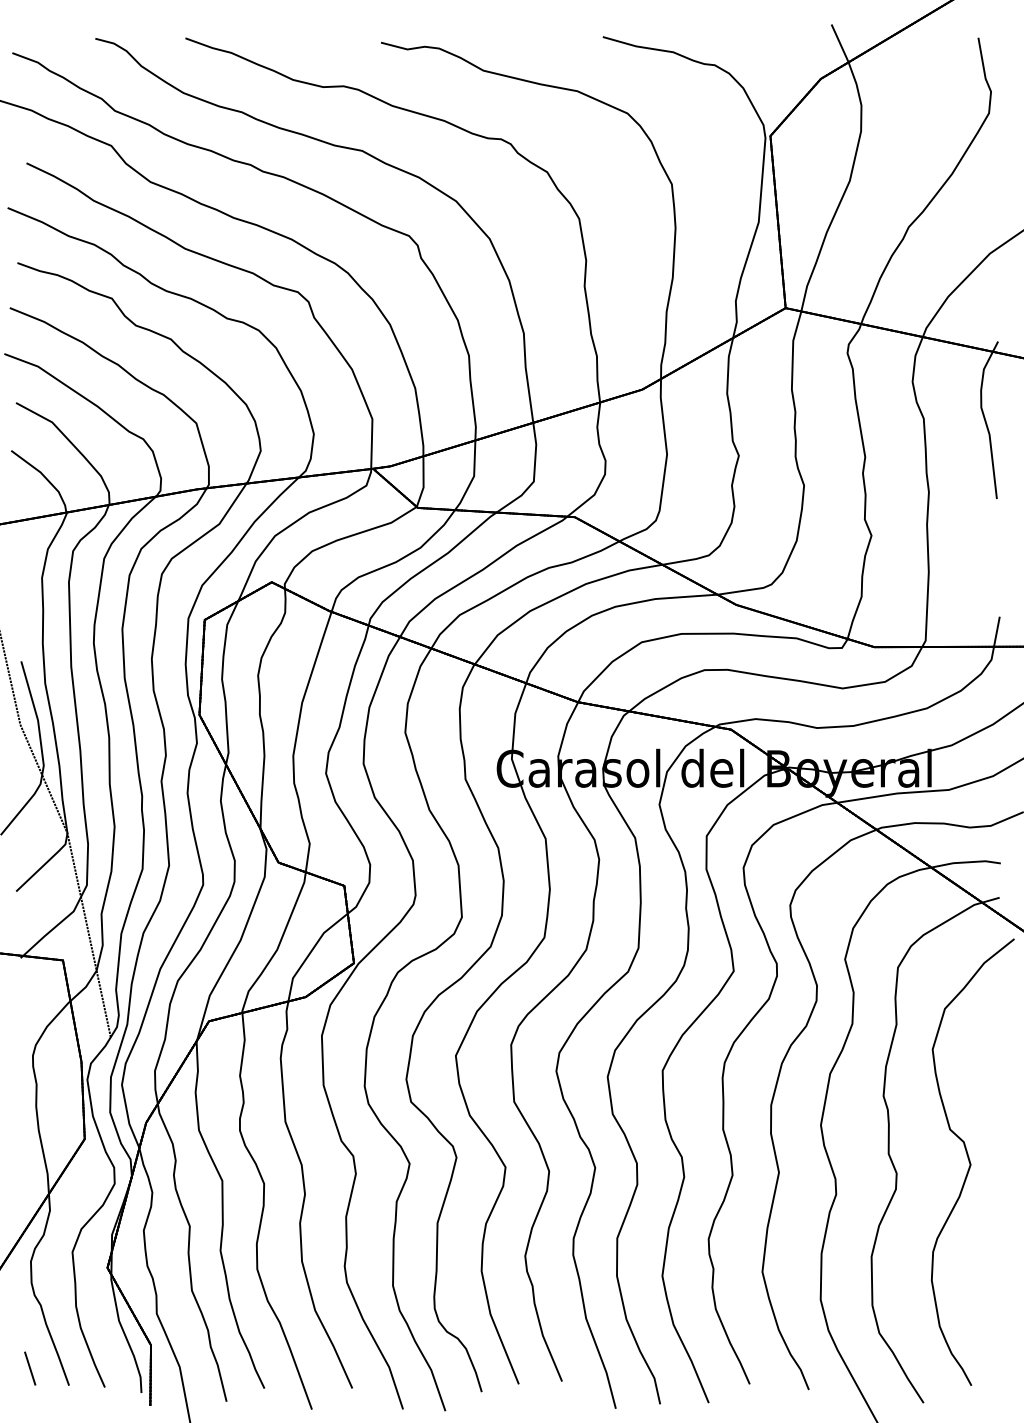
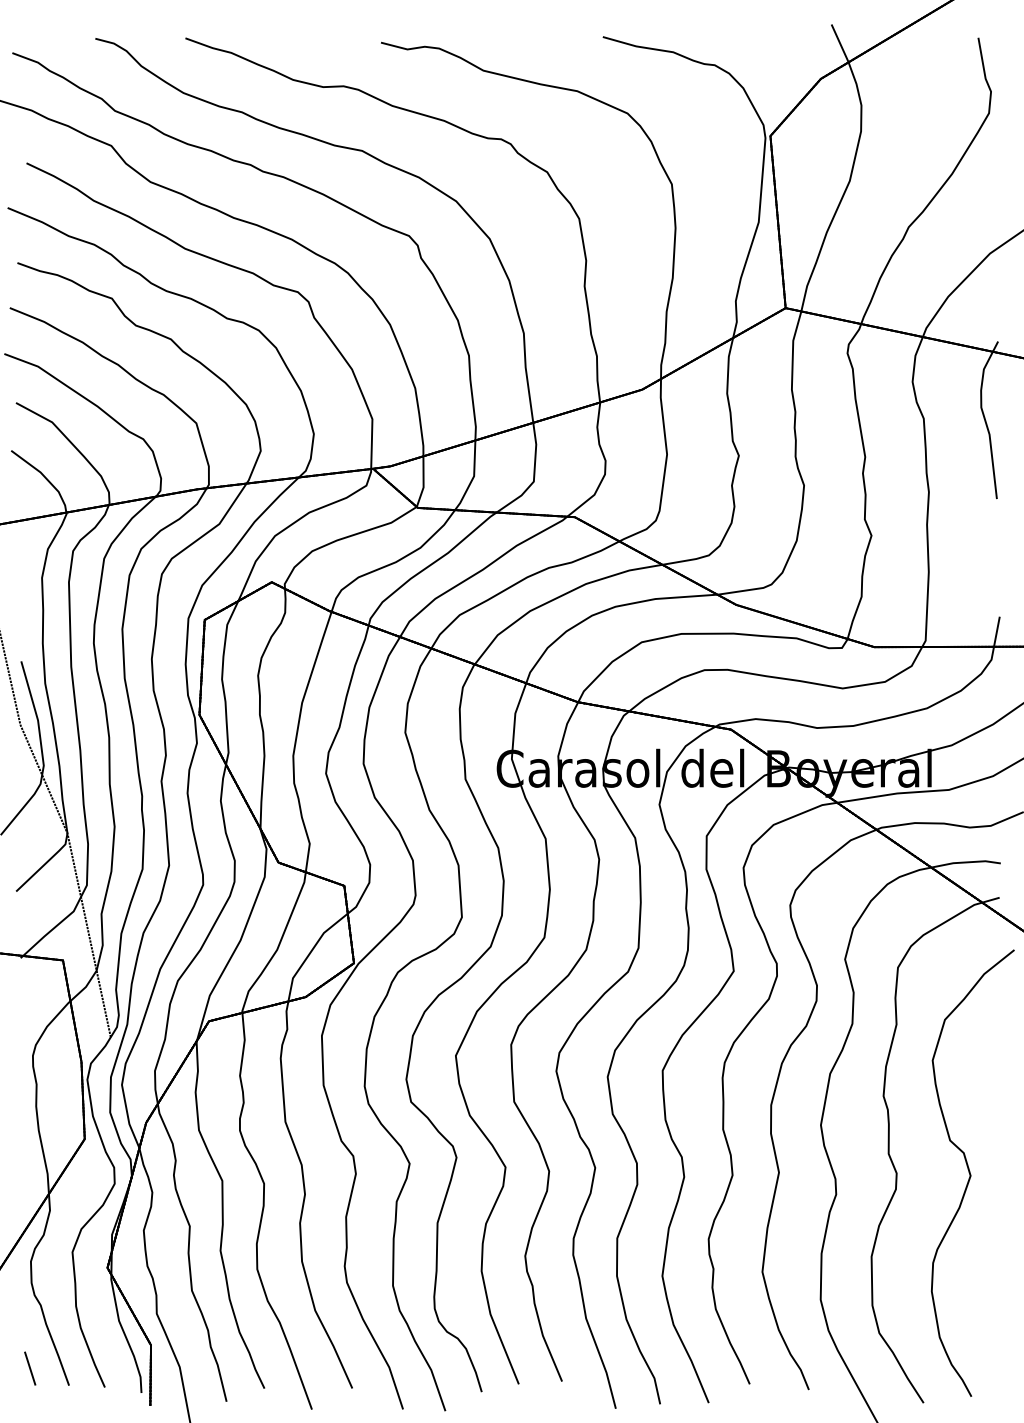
part at (972, 1161) position: (972, 1161) -> (972, 1172)
